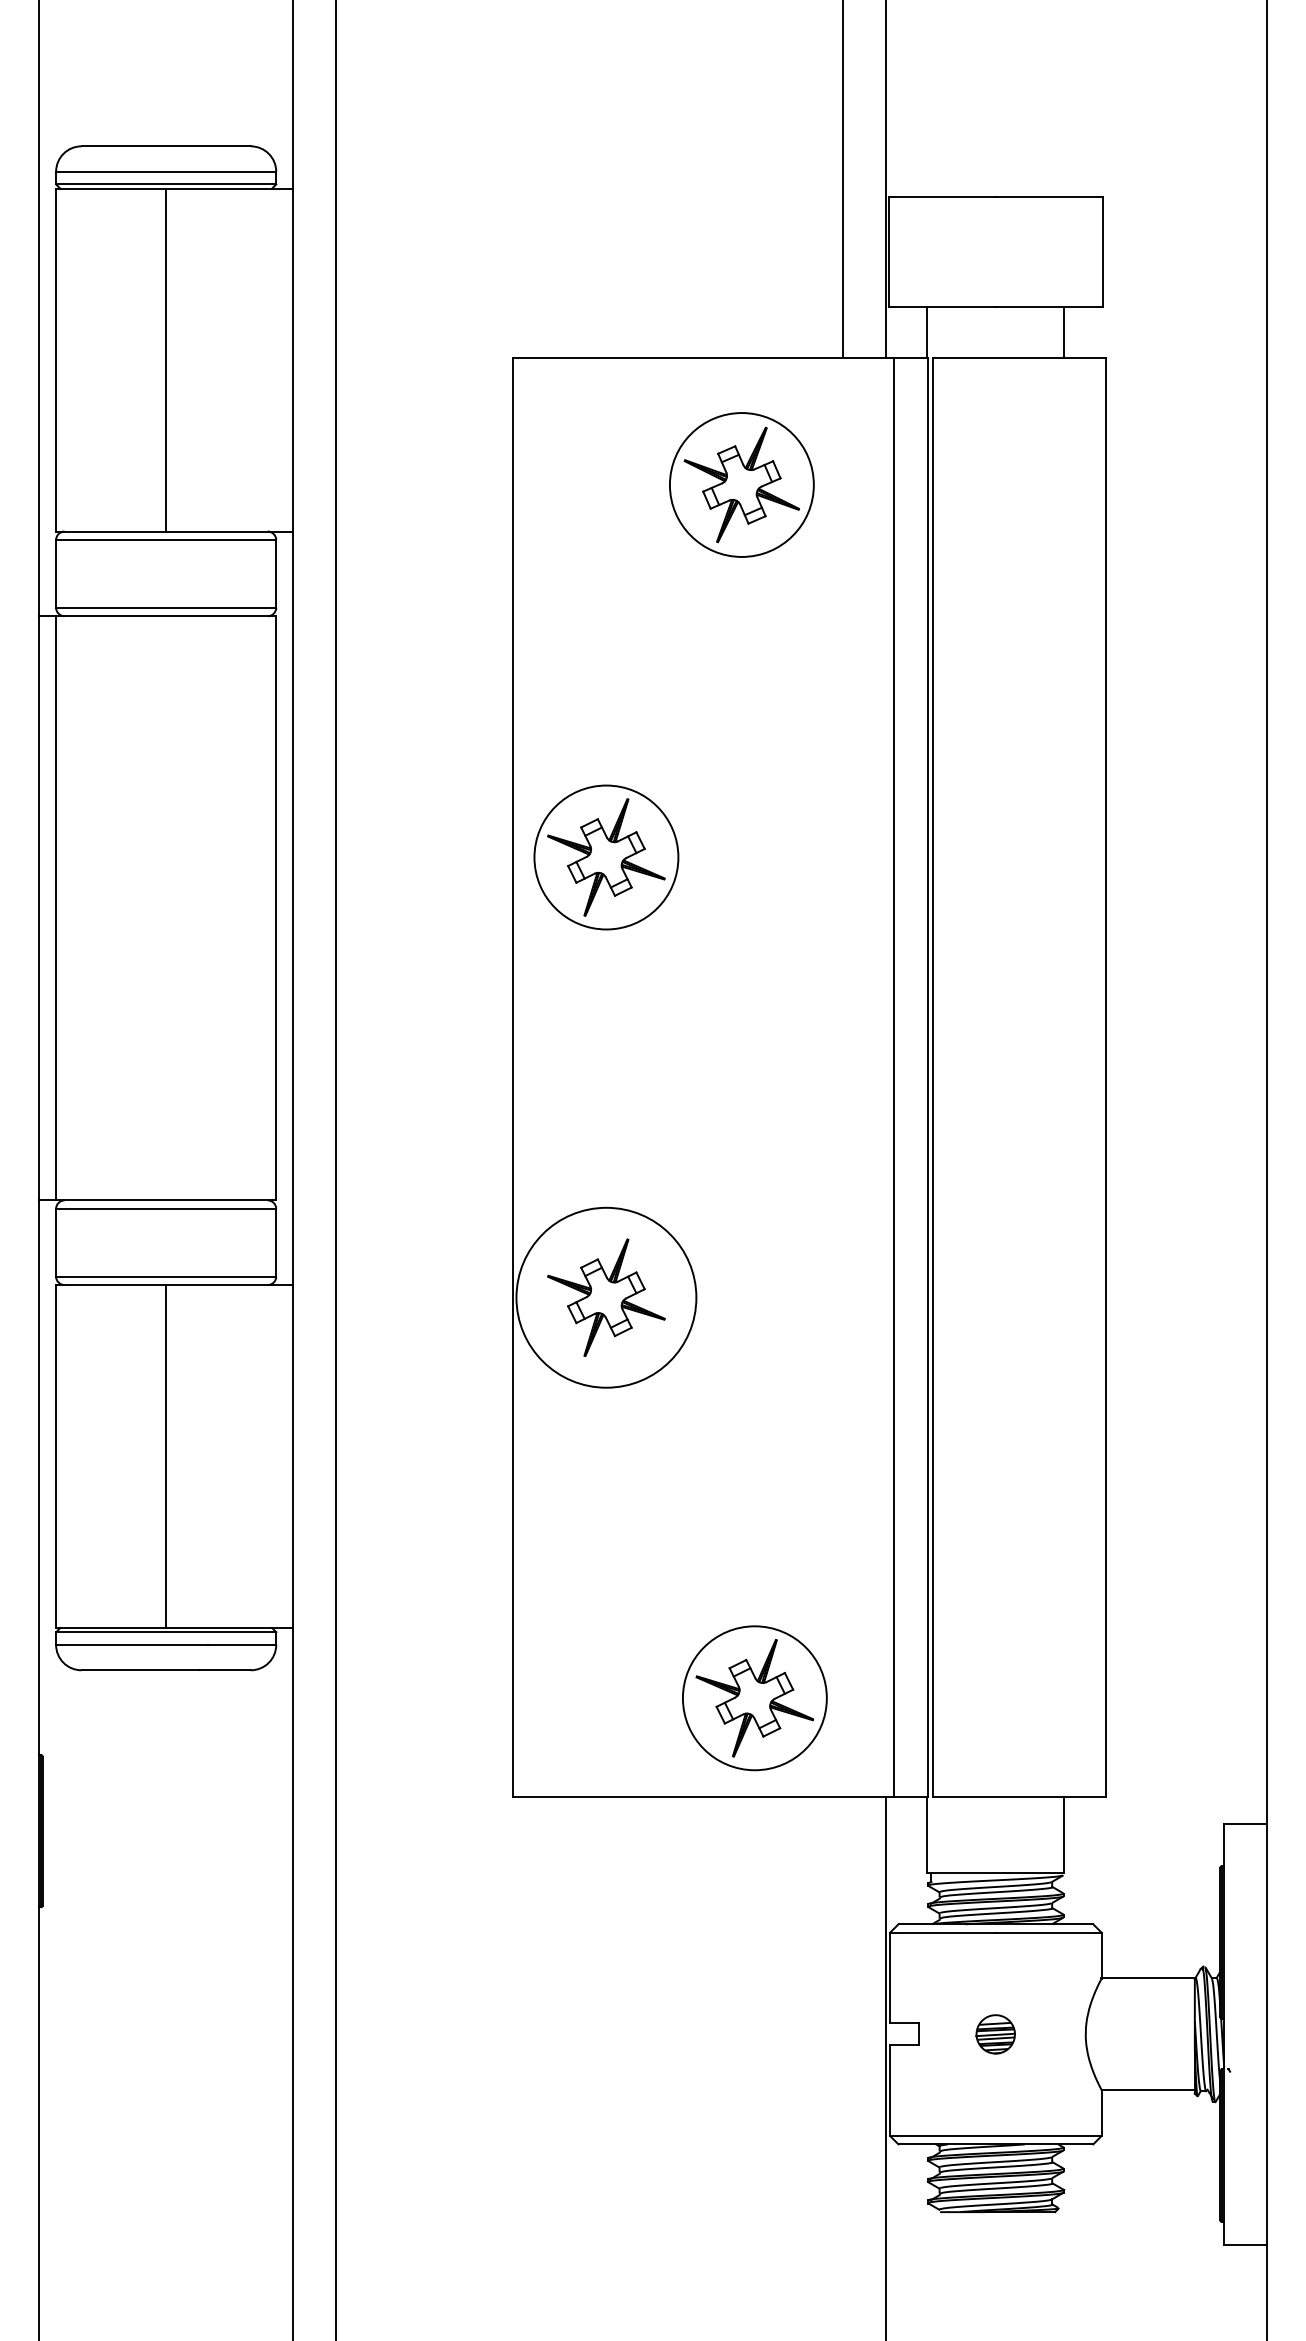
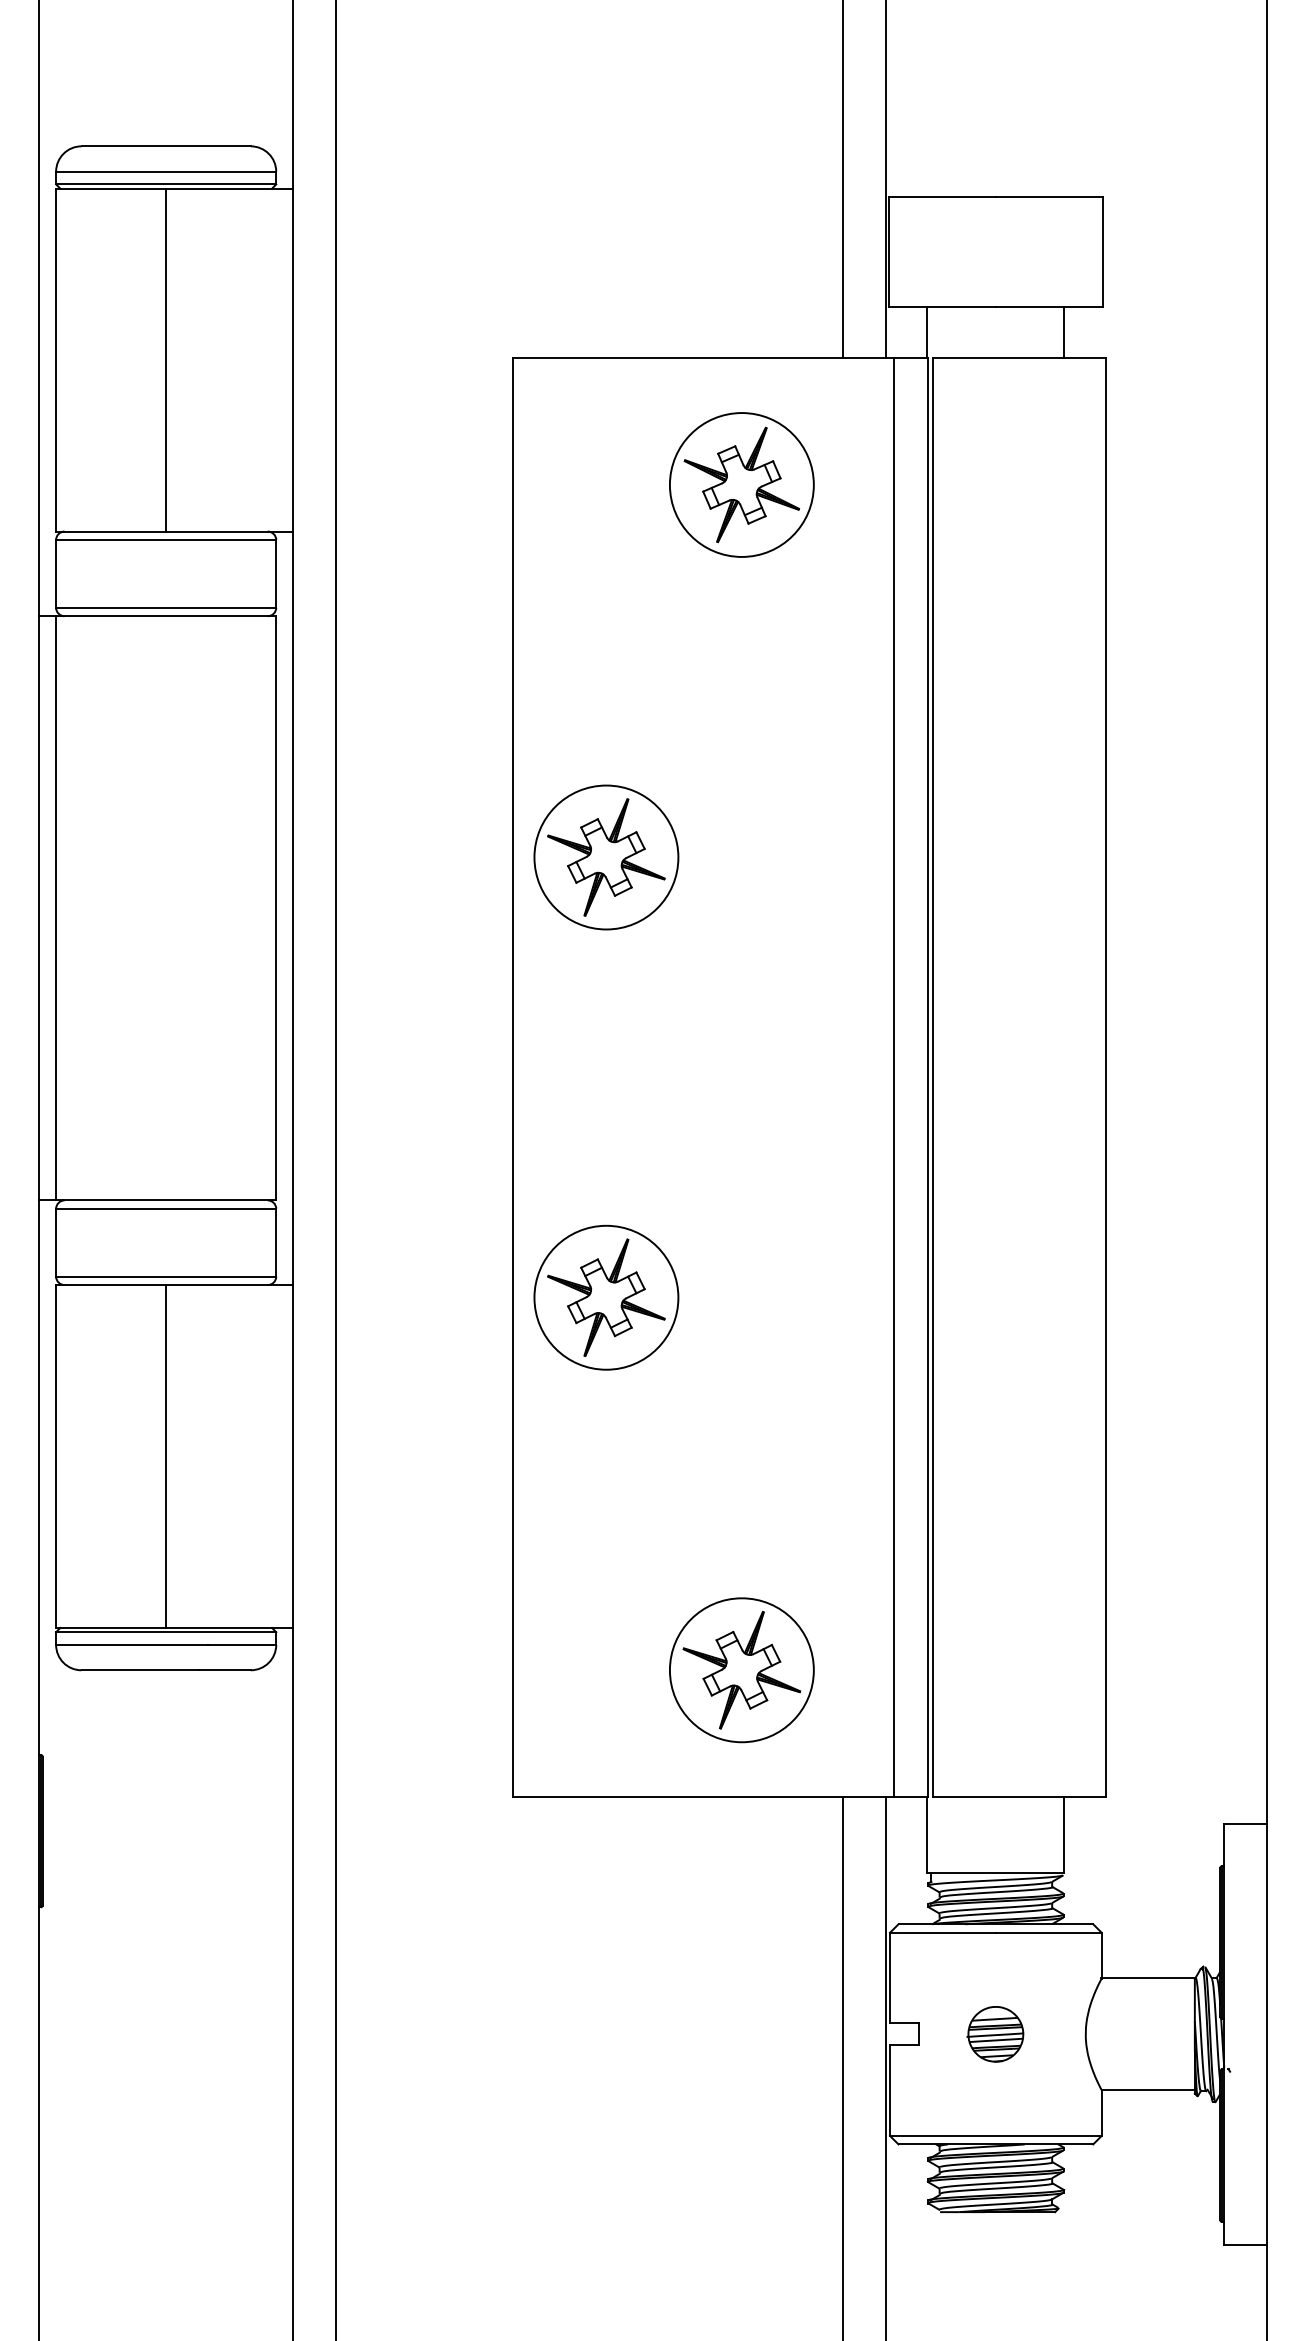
circle at (606, 1297) diameter: 180 px -> 144 px
part at (754, 1698) position: (754, 1698) -> (741, 1670)
part at (995, 2034) size: 41x41 px -> 59x57 px
line at (843, 2067): none -> present
